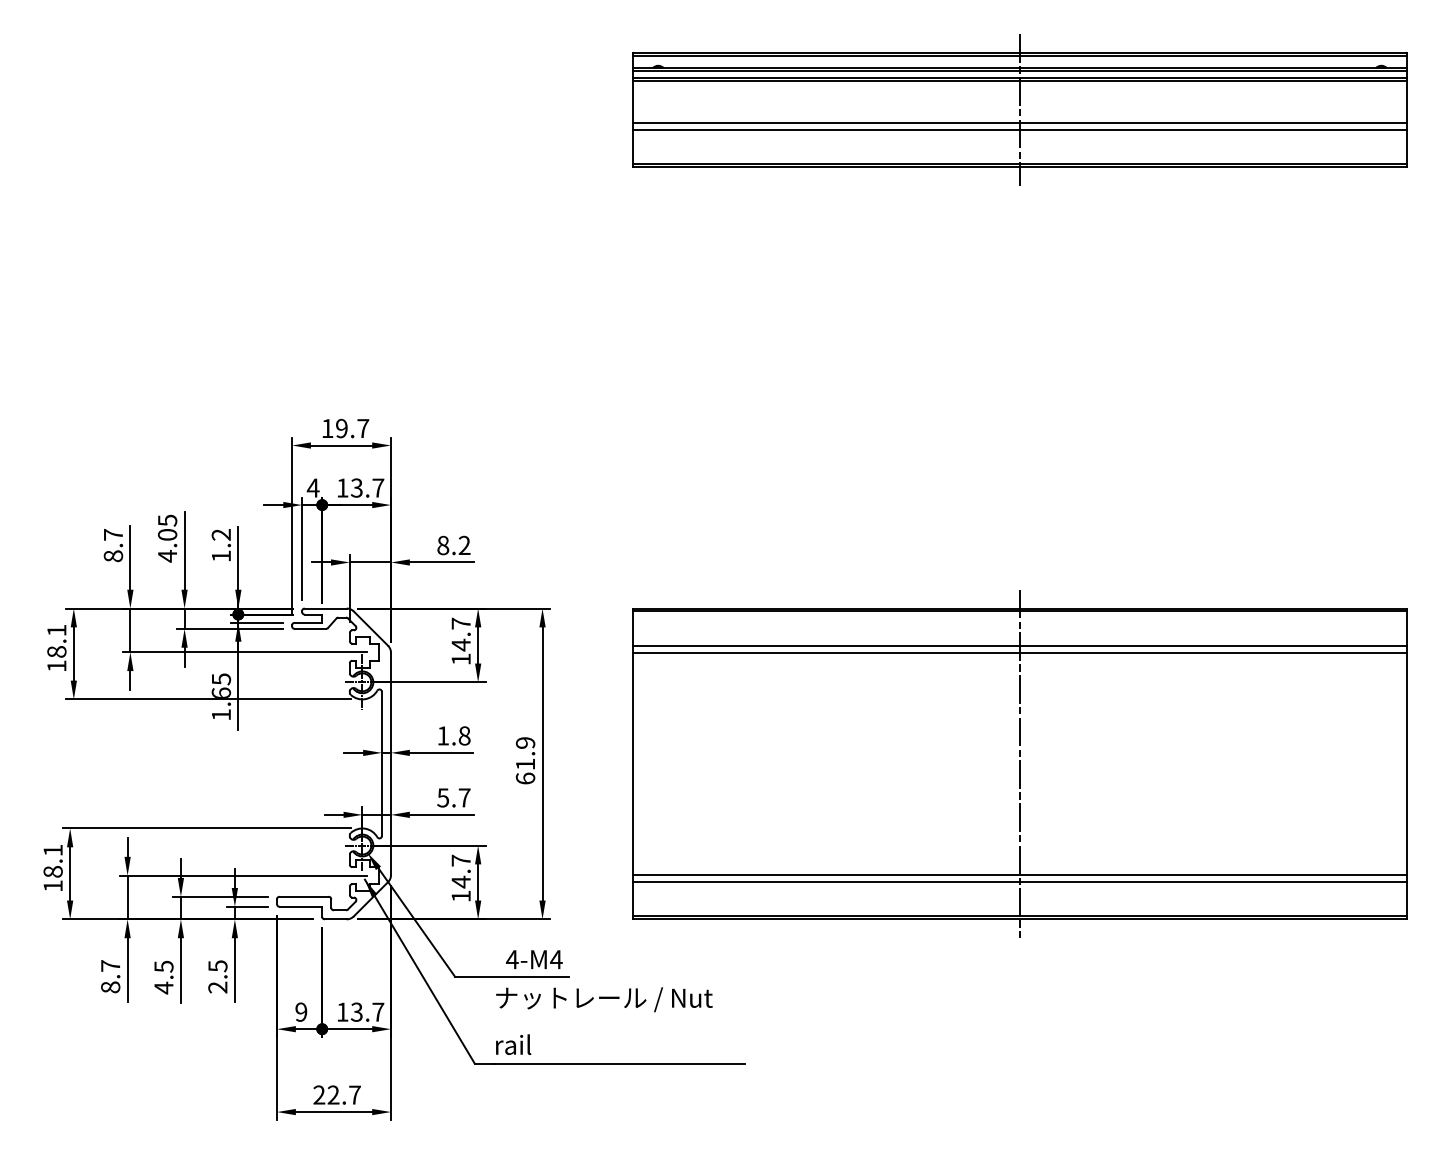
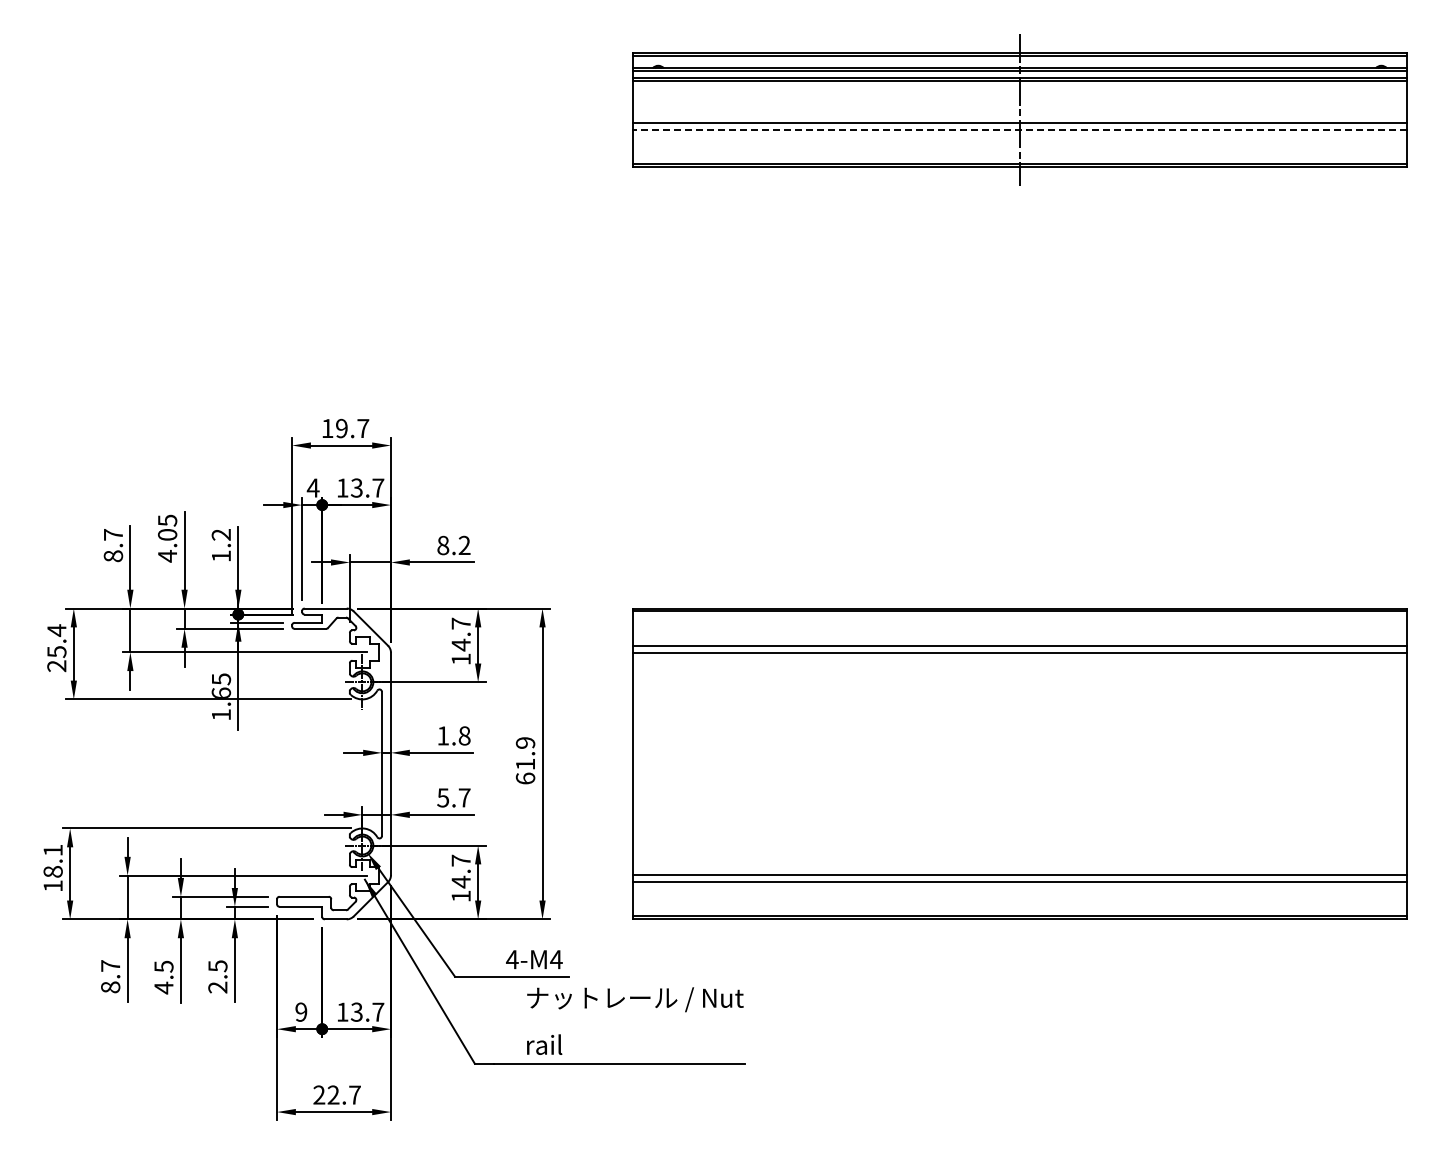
line at (1019, 129): solid -> dashed
text at (56, 648): 18.1 -> 25.4
line at (1019, 763): present -> none
text at (604, 1020) position: (604, 1020) -> (635, 1020)
